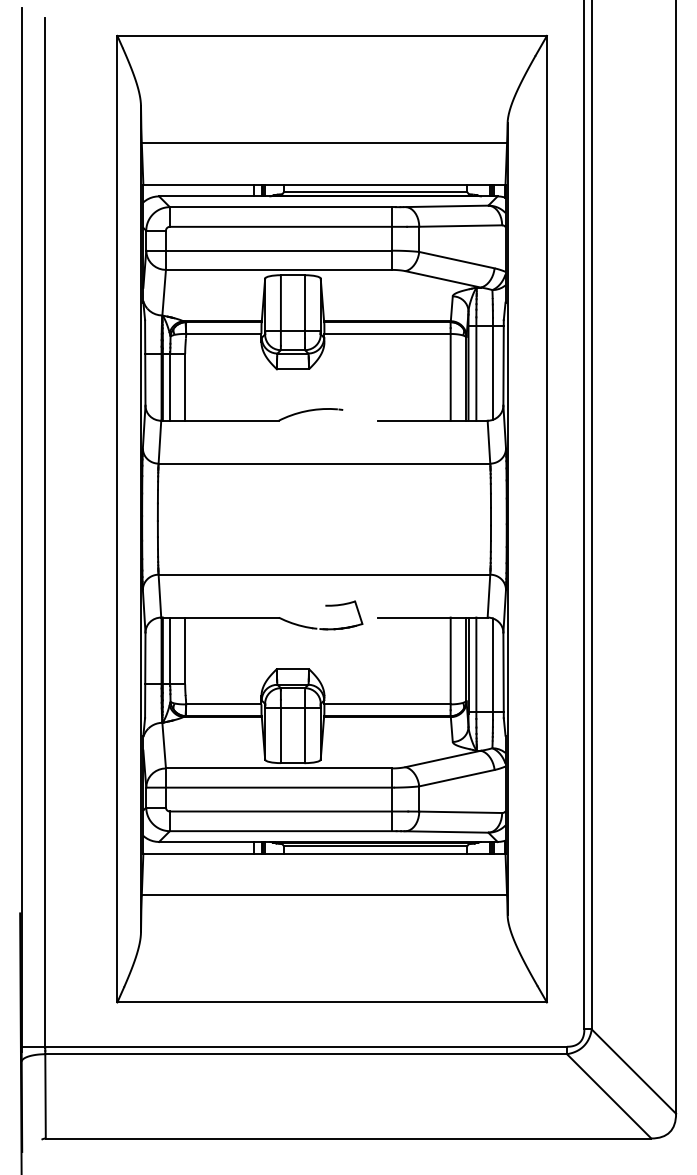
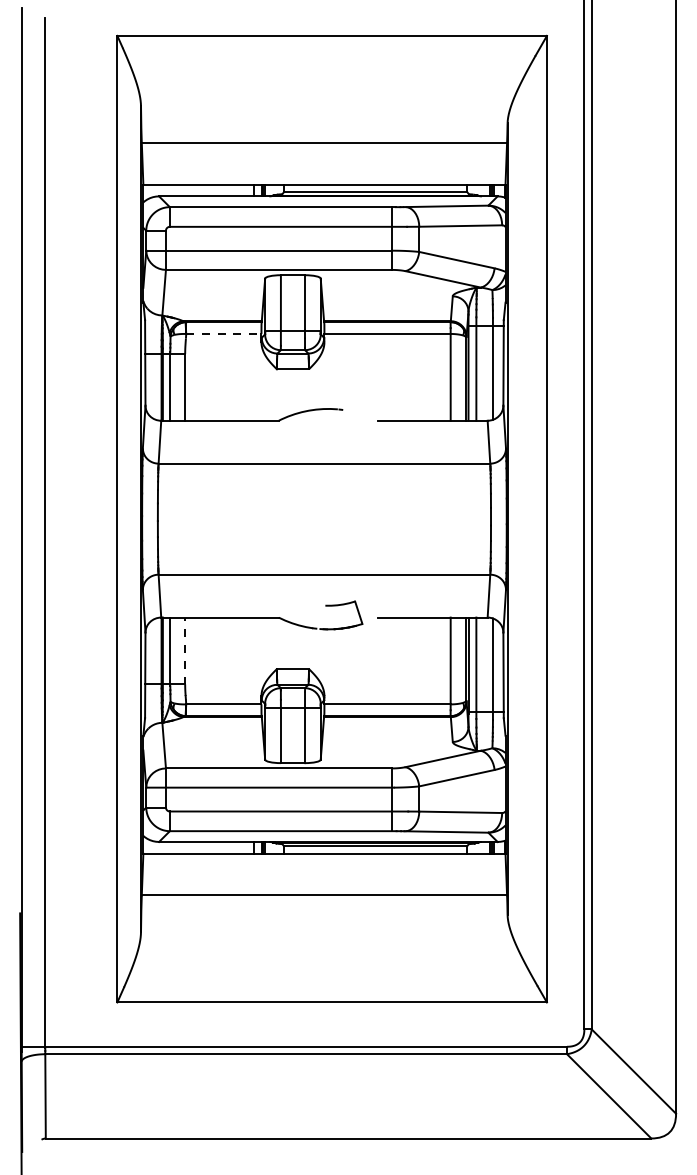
line at (223, 333): solid -> dashed
line at (185, 650): solid -> dashed
